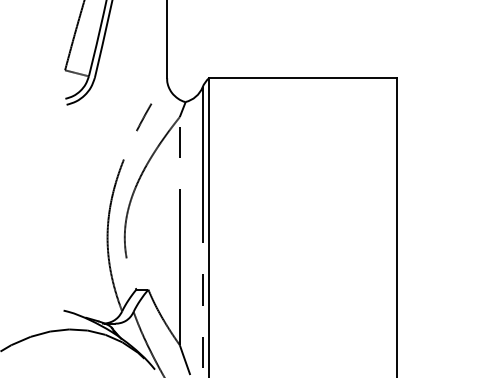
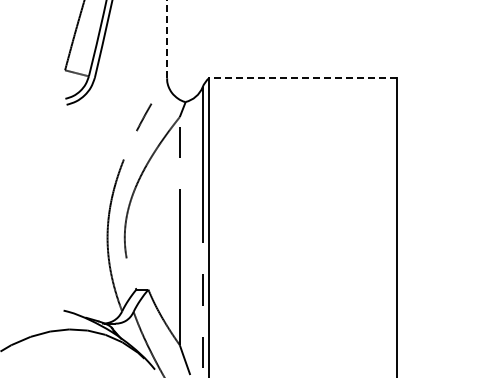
line at (167, 39): solid -> dashed
line at (302, 78): solid -> dashed
